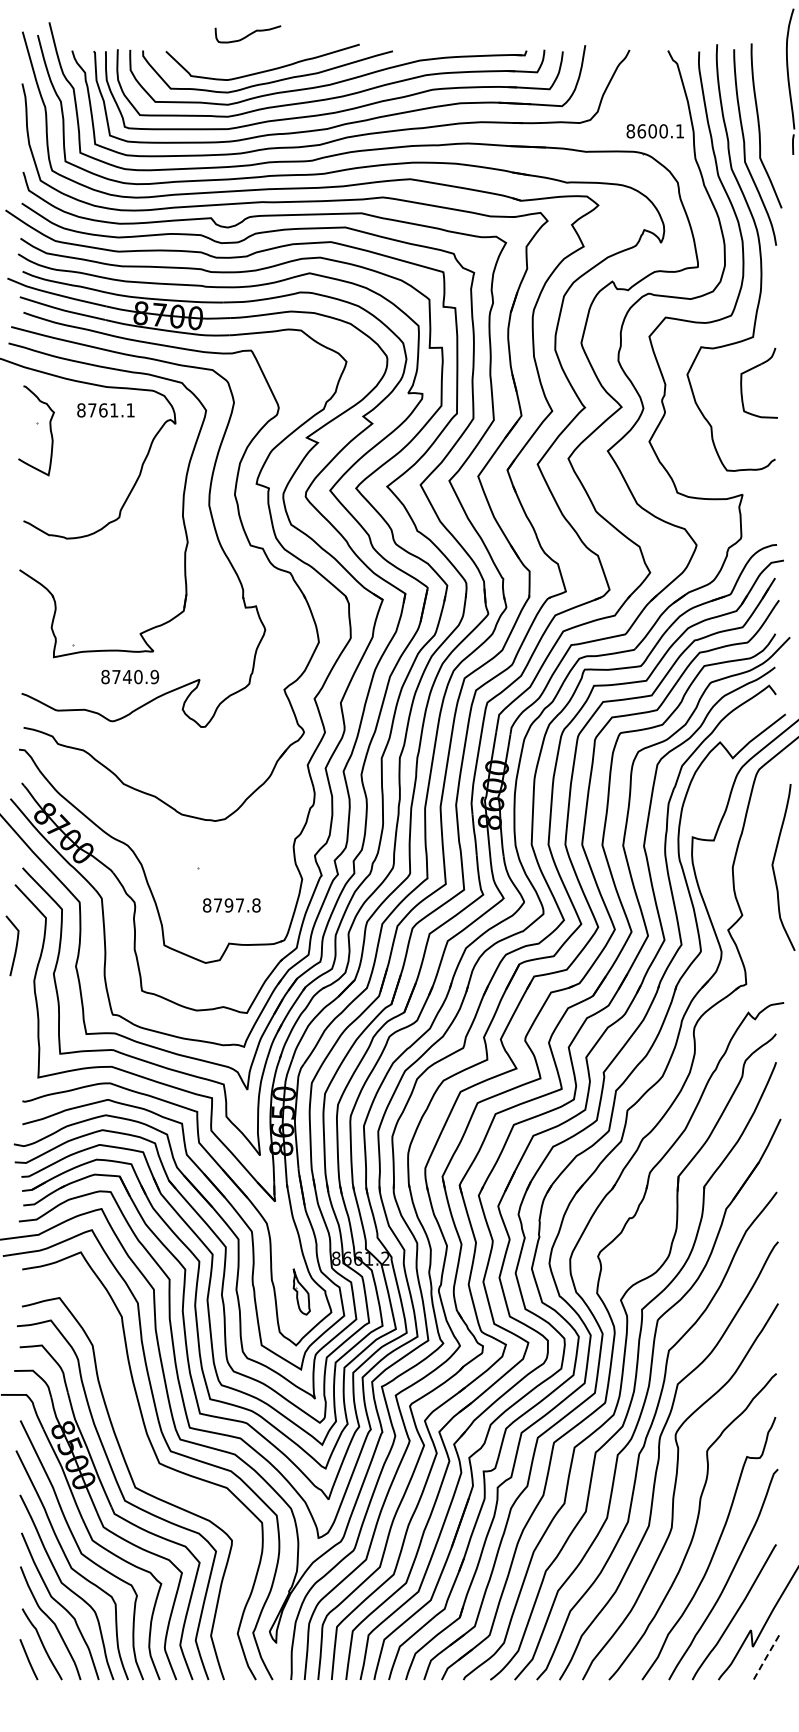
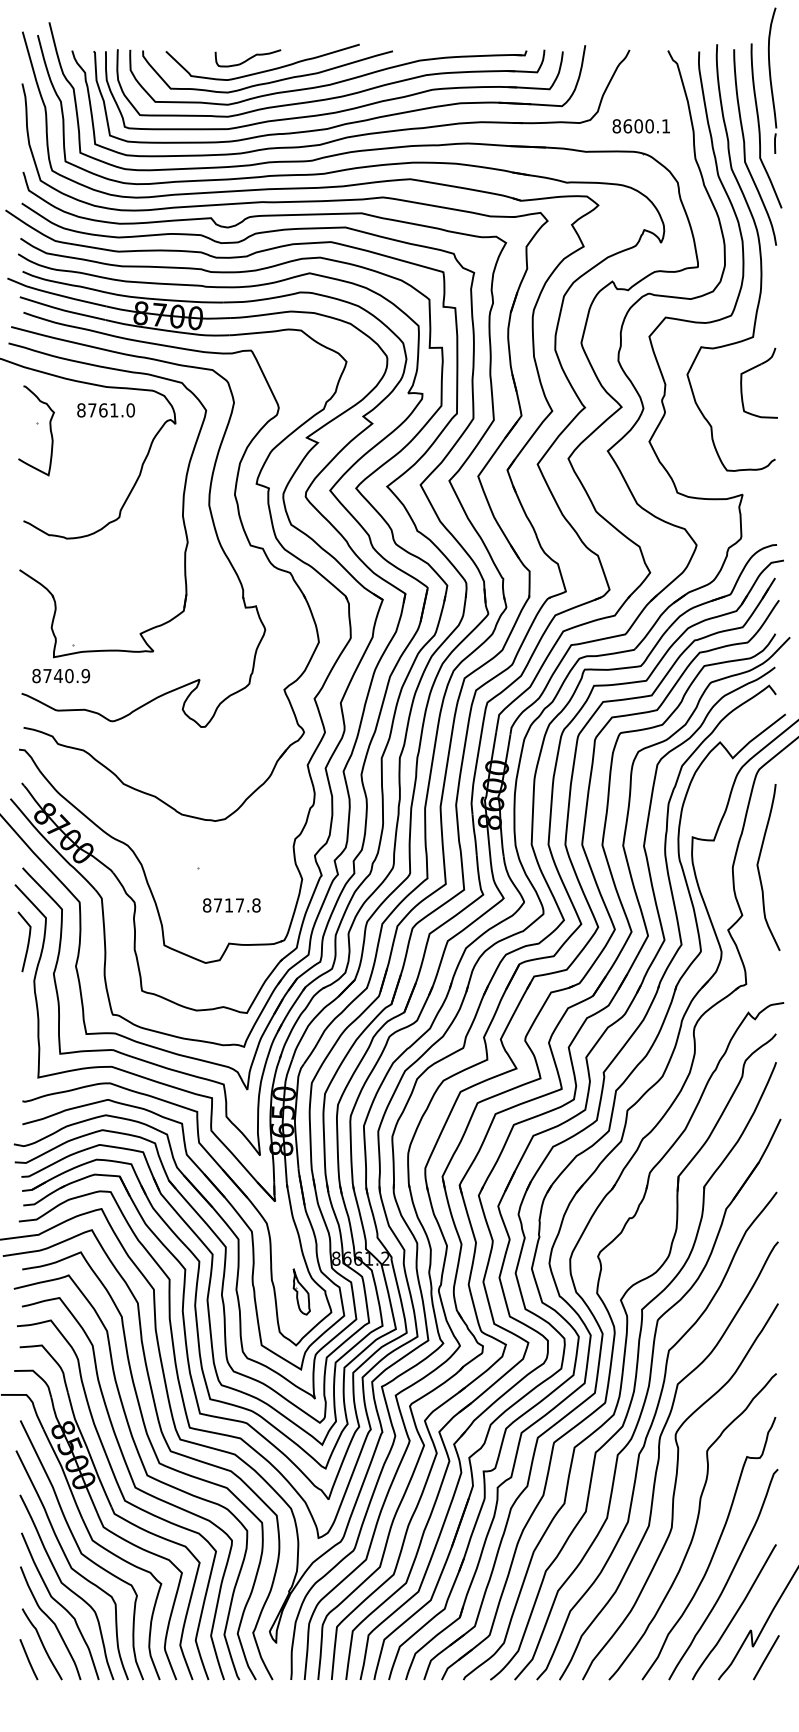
curve at (247, 34) position: (247, 34) -> (247, 58)
part at (790, 81) position: (790, 81) -> (772, 80)
text at (654, 131) position: (654, 131) -> (640, 126)
text at (130, 410): 8761.1 -> 8761.0
text at (130, 676) position: (130, 676) -> (61, 675)
curve at (774, 869) position: (774, 869) -> (759, 869)
text at (228, 905): 8797.8 -> 8717.8
curve at (15, 945) position: (15, 945) -> (27, 941)
curve at (144, 1471): none -> present
line at (765, 1658): dashed -> solid
